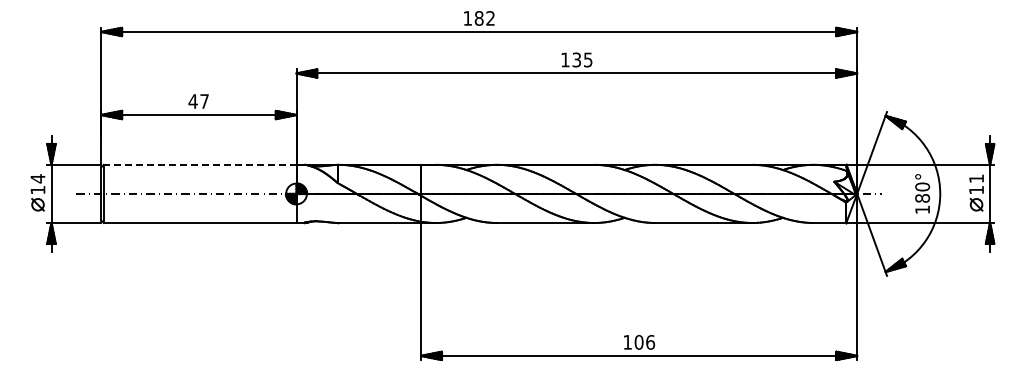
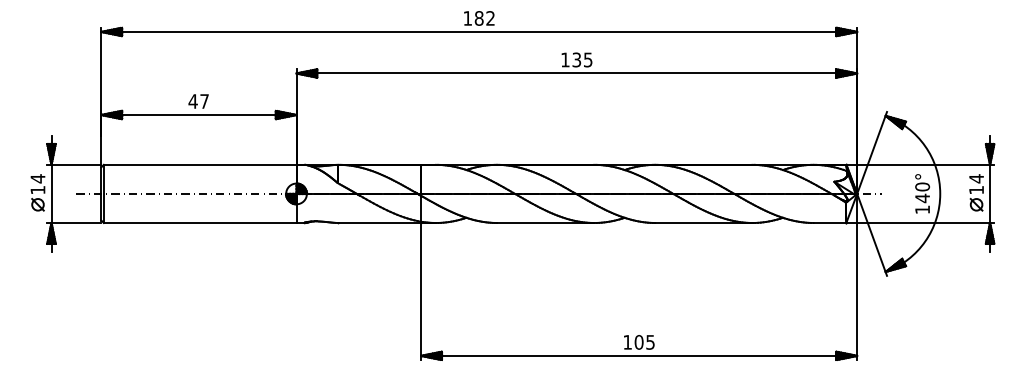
line at (199, 164): dashed -> solid
text at (976, 178): 11 -> 14
text at (922, 198): 180° -> 140°
text at (650, 341): 106 -> 105
